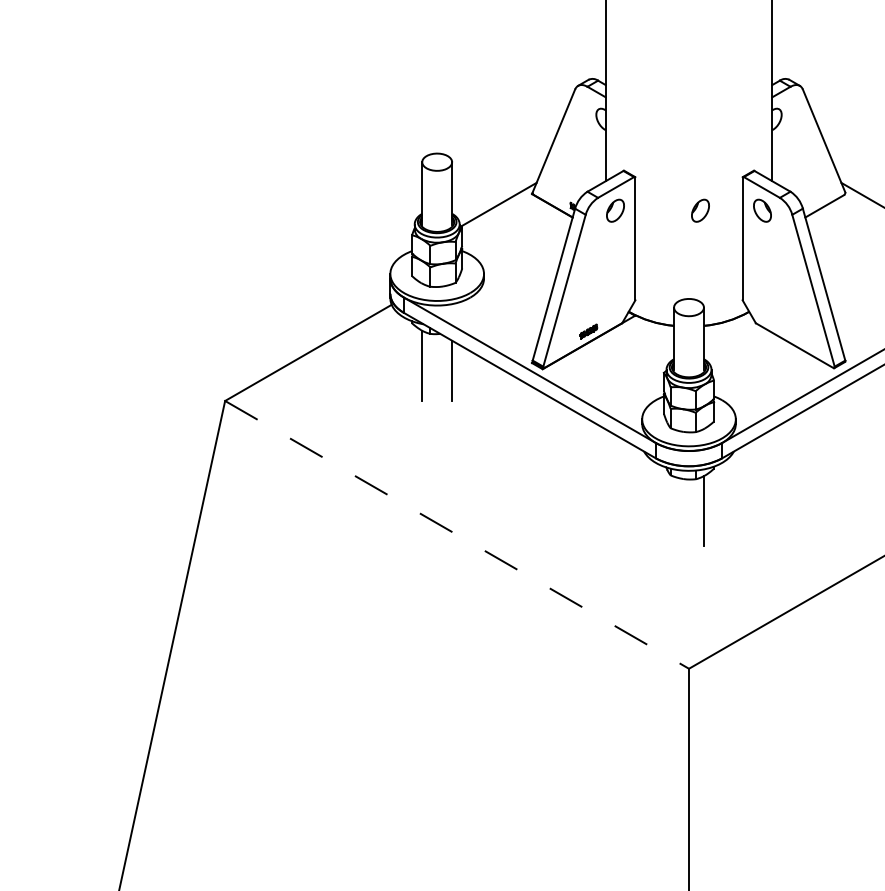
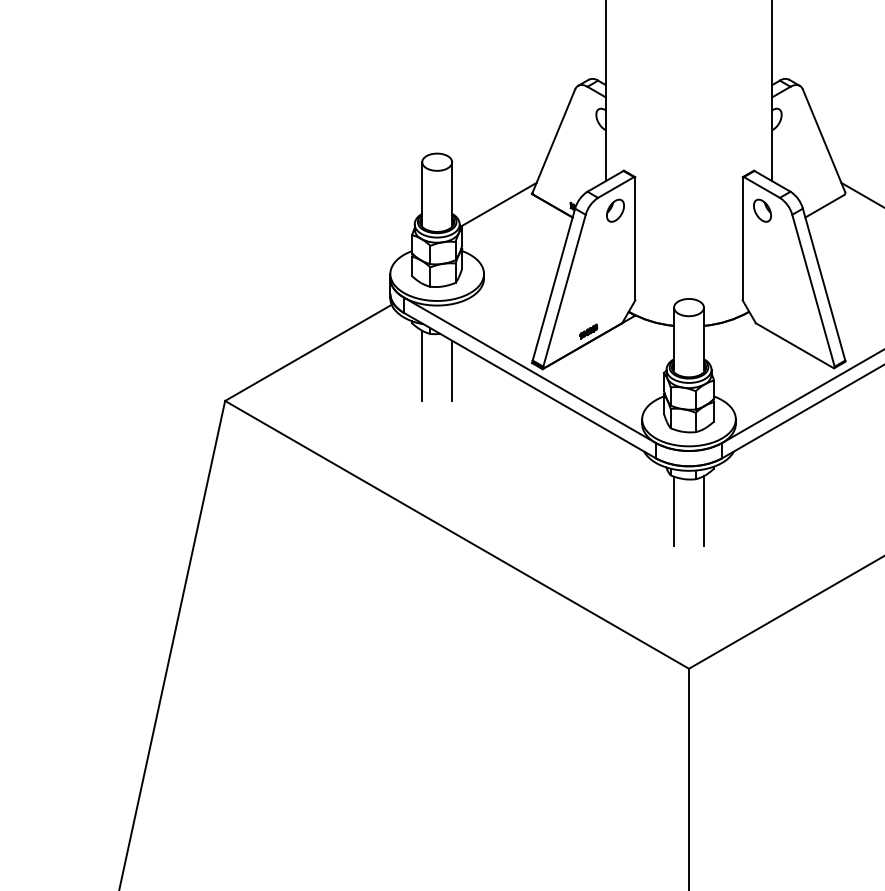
part at (700, 210): present -> none
line at (674, 511): none -> present
line at (457, 534): dashed -> solid
